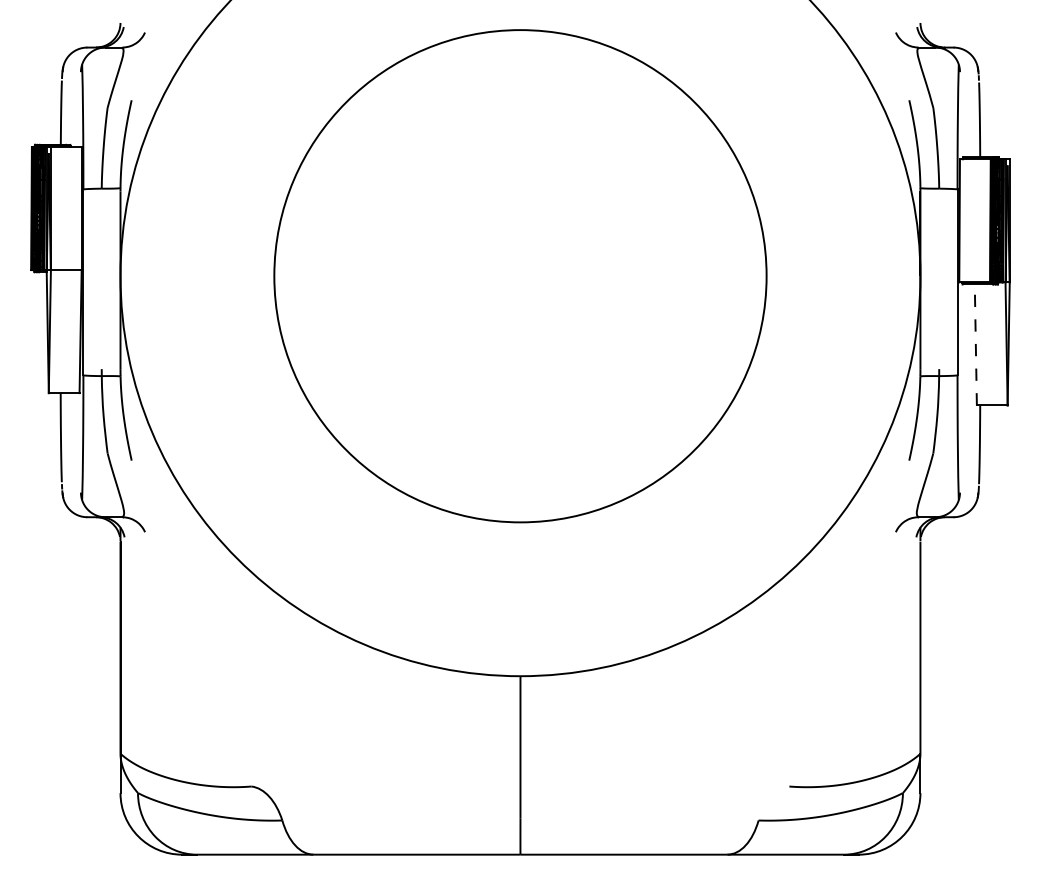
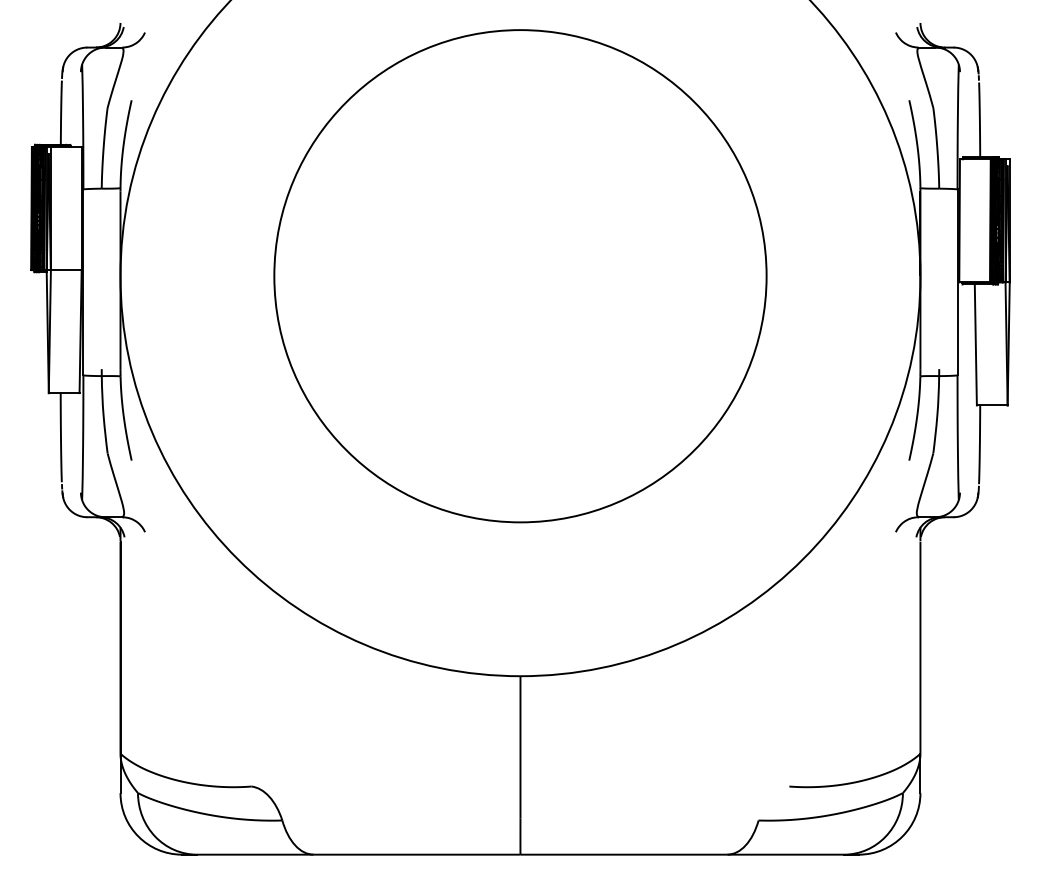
line at (975, 344): dashed -> solid
